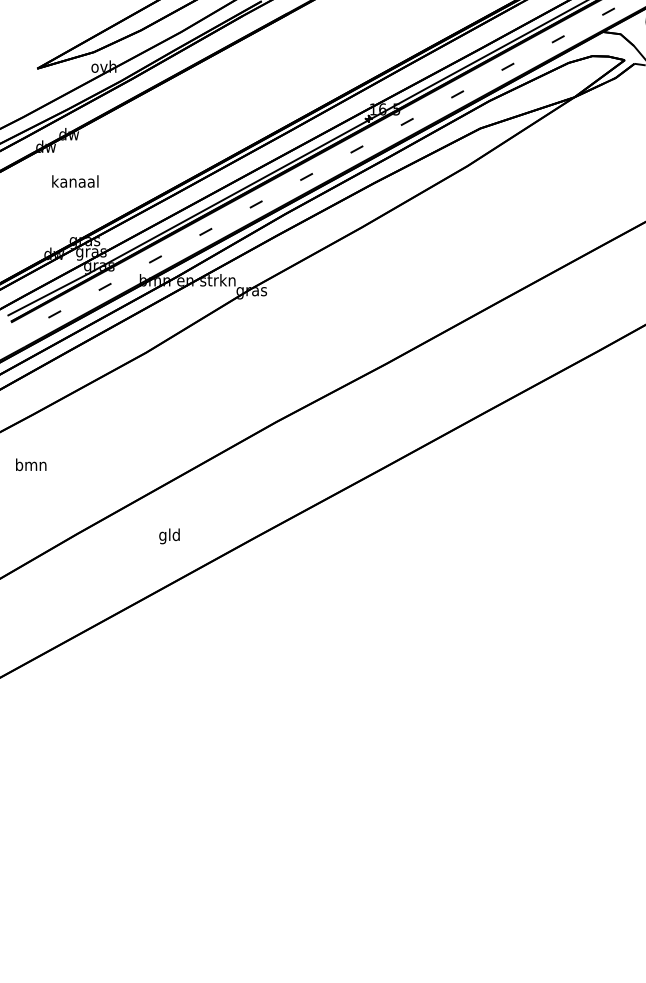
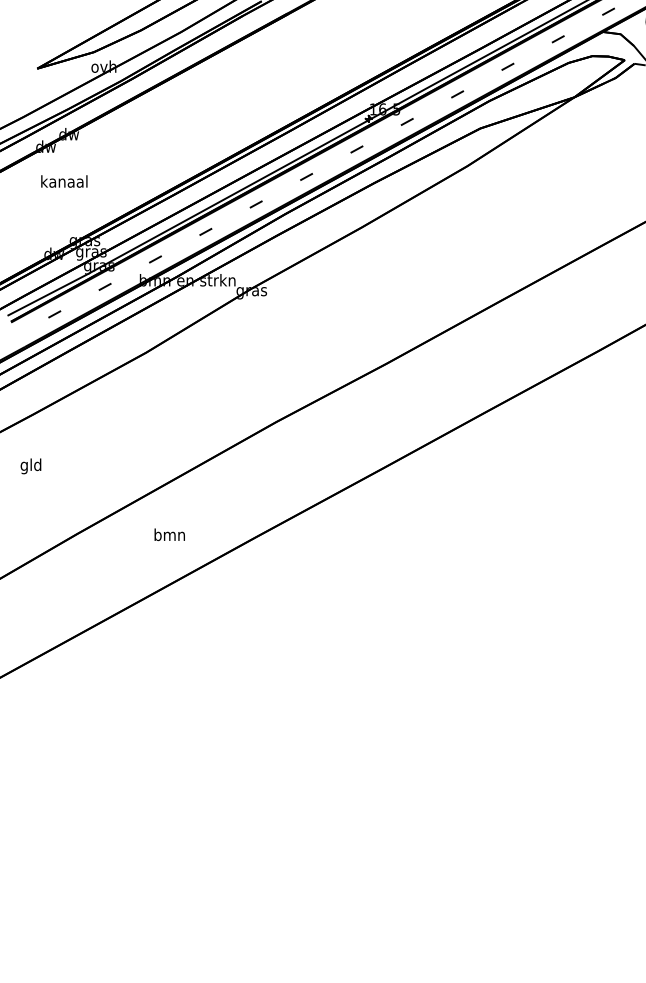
text at (75, 181) position: (75, 181) -> (64, 181)
text at (31, 466): bmn -> gld
text at (169, 536): gld -> bmn
